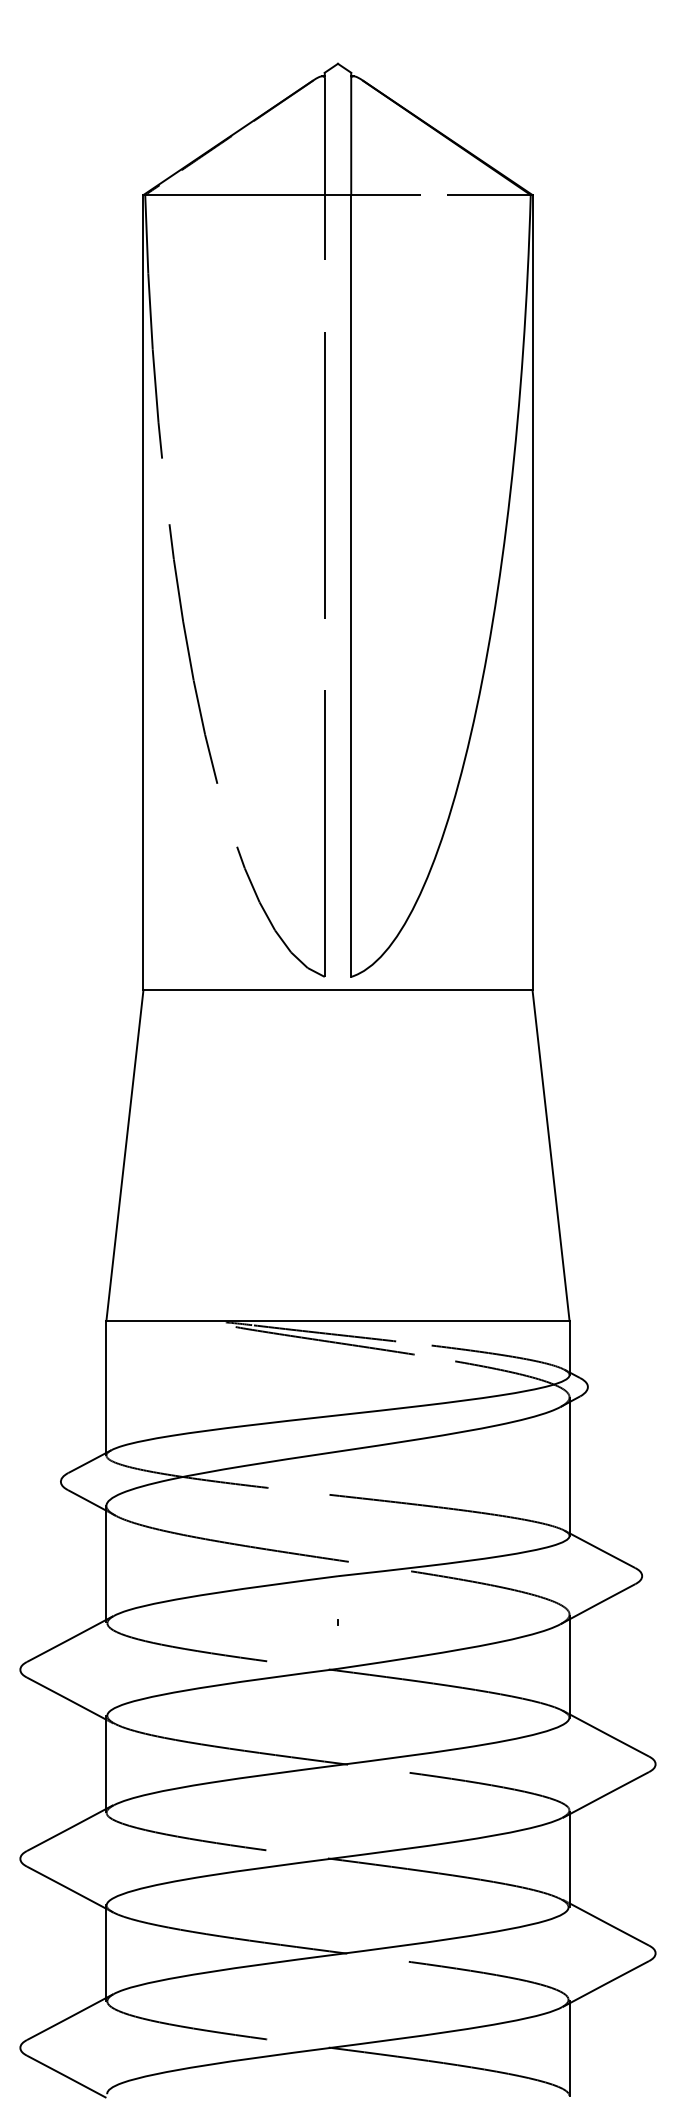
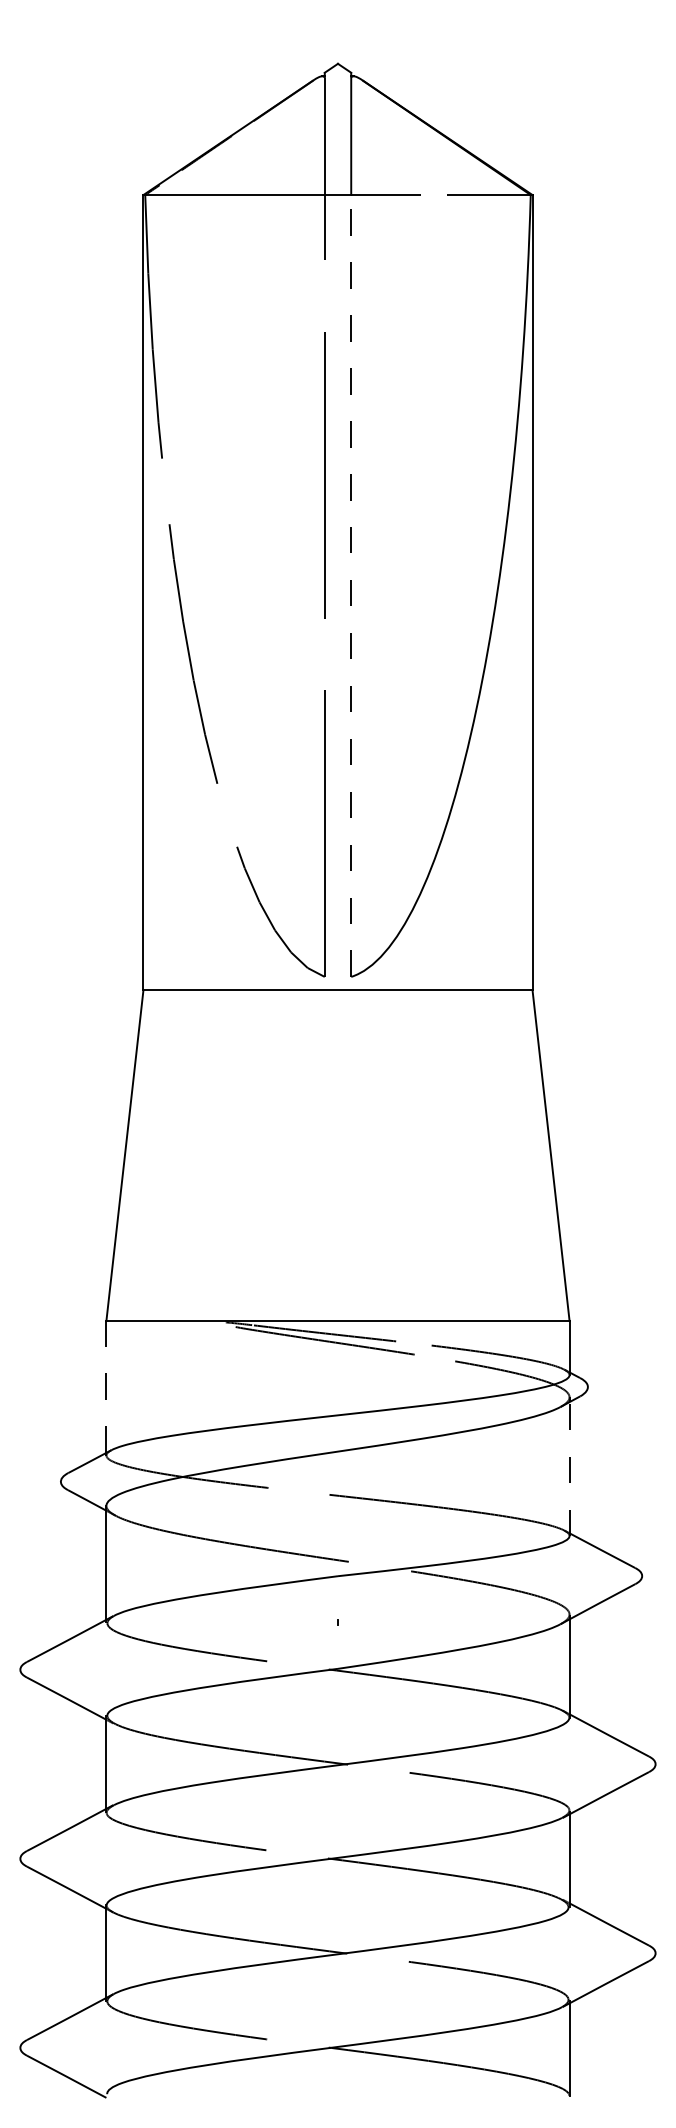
line at (351, 585): solid -> dashed
line at (106, 1386): solid -> dashed
line at (569, 1469): solid -> dashed
